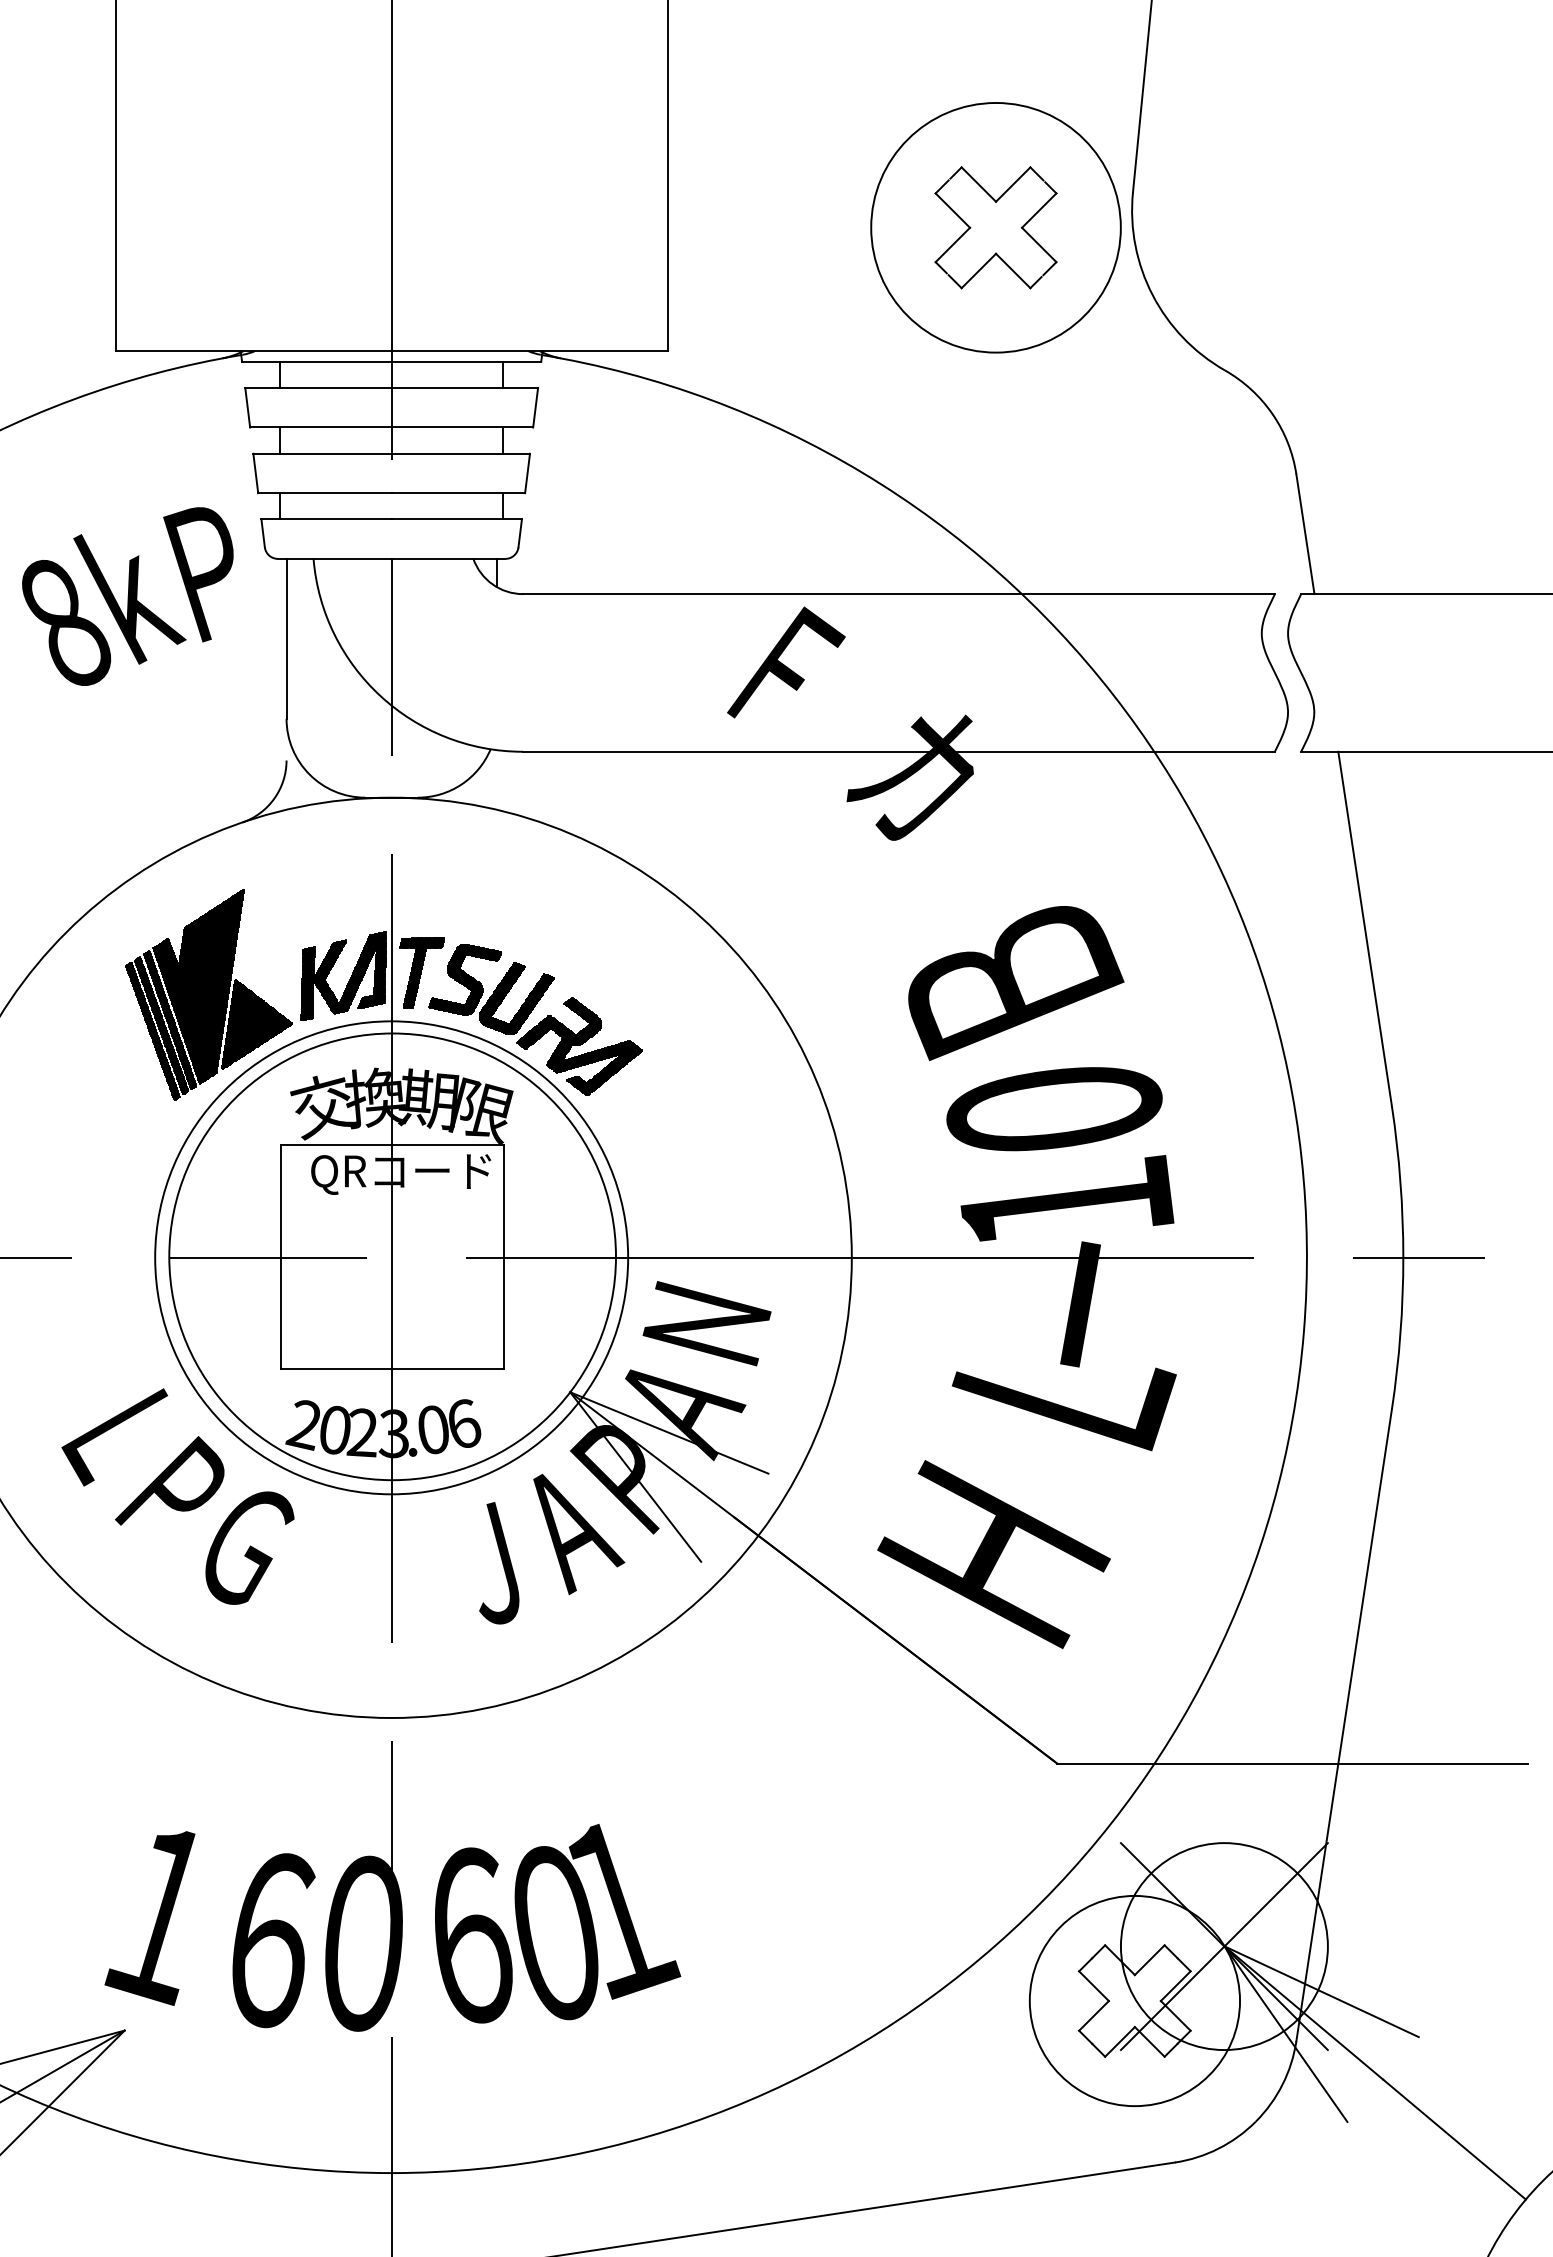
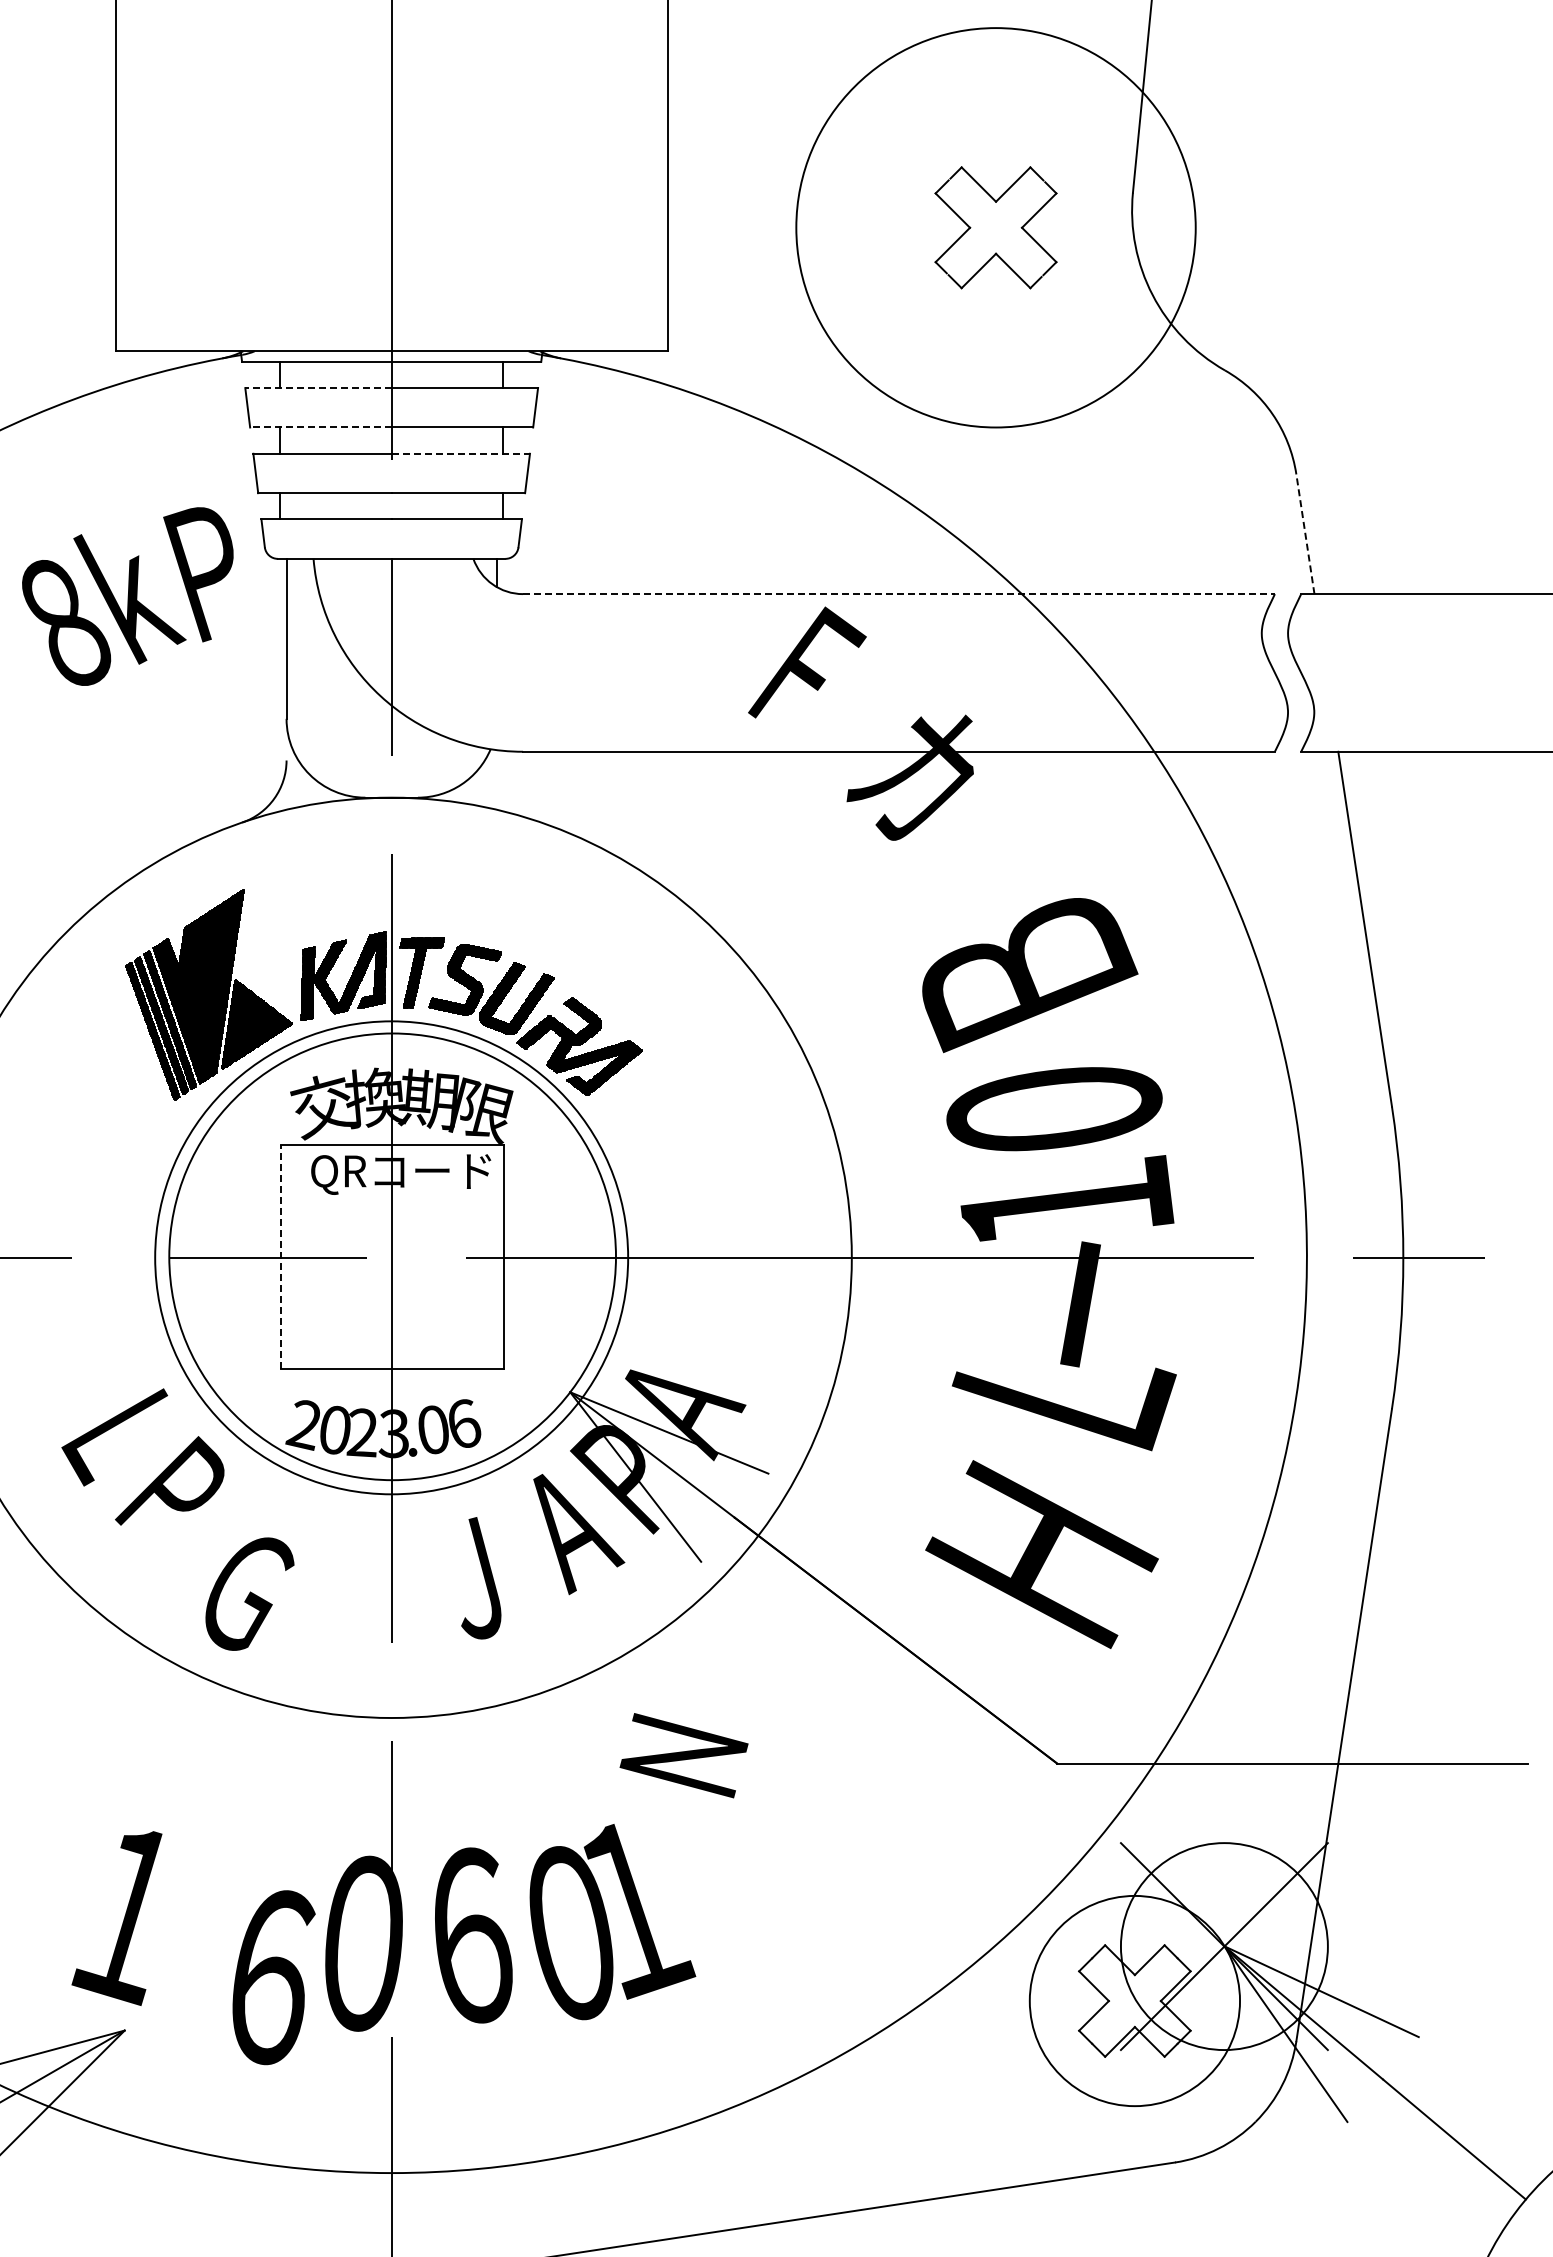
circle at (995, 227) diameter: 250 px -> 399 px
line at (317, 388): solid -> dashed
line at (320, 427): solid -> dashed
line at (461, 453): solid -> dashed
line at (1305, 534): solid -> dashed
line at (898, 594): solid -> dashed
text at (786, 662) position: (786, 662) -> (807, 662)
text at (1016, 983) position: (1016, 983) -> (1030, 975)
line at (280, 1256): solid -> dashed
text at (706, 1323) position: (706, 1323) -> (683, 1755)
text at (249, 1547) position: (249, 1547) -> (249, 1593)
text at (993, 1554) position: (993, 1554) -> (1041, 1554)
text at (499, 1563) position: (499, 1563) -> (481, 1578)
text at (149, 1918) position: (149, 1918) -> (116, 1918)
text at (597, 1922) position: (597, 1922) -> (612, 1922)
text at (273, 1940) position: (273, 1940) -> (273, 1977)
